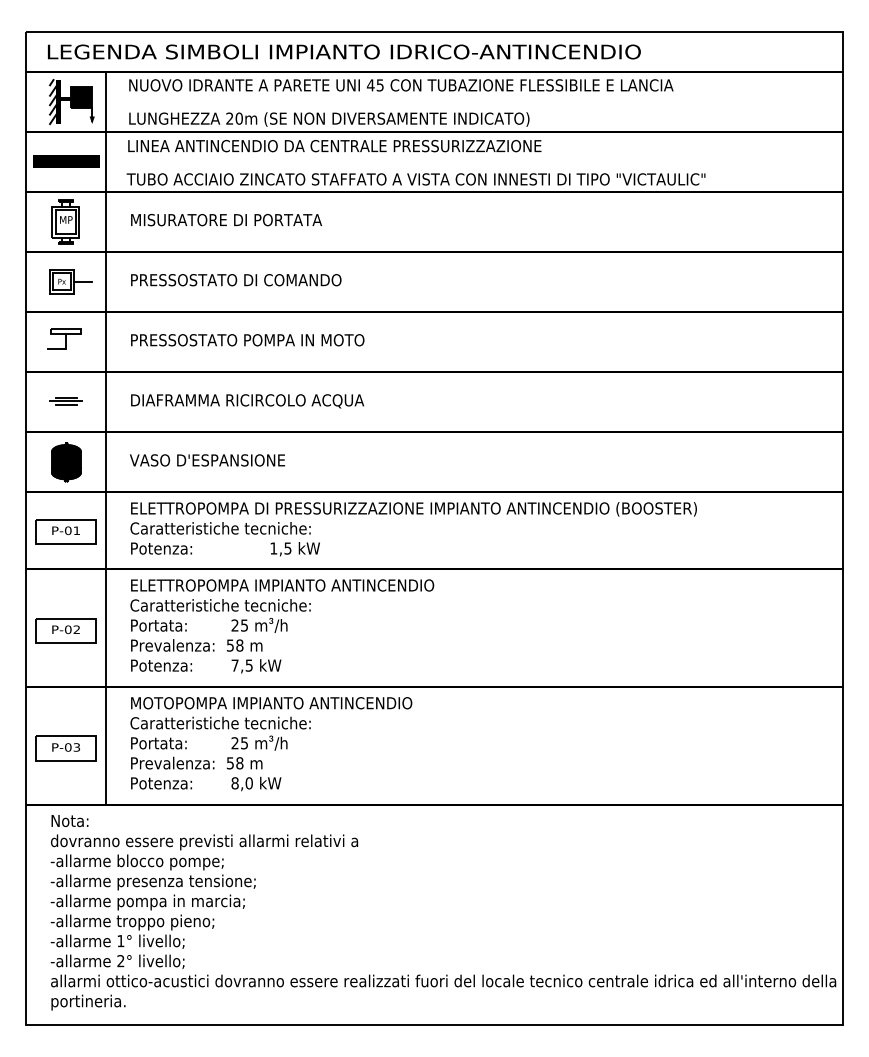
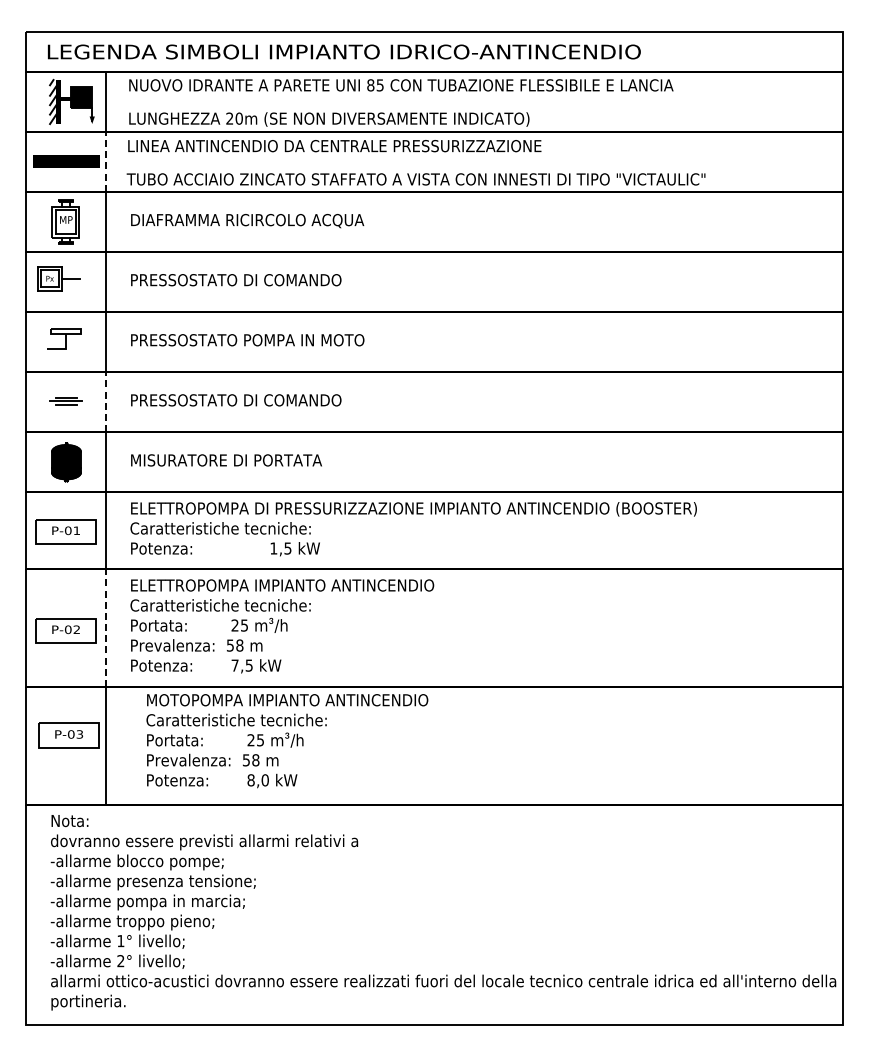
text at (370, 85): 45 -> 85
line at (105, 161): solid -> dashed
text at (248, 220): MISURATORE DI PORTATA -> DIAFRAMMA RICIRCOLO ACQUA
part at (70, 281) position: (70, 281) -> (58, 278)
line at (105, 401): solid -> dashed
text at (248, 401): DIAFRAMMA RICIRCOLO ACQUA -> PRESSOSTATO DI COMANDO
text at (225, 460): VASO D'ESPANSIONE -> MISURATORE DI PORTATA
line at (105, 628): solid -> dashed
text at (271, 744) position: (271, 744) -> (287, 741)
part at (65, 748) position: (65, 748) -> (68, 735)
